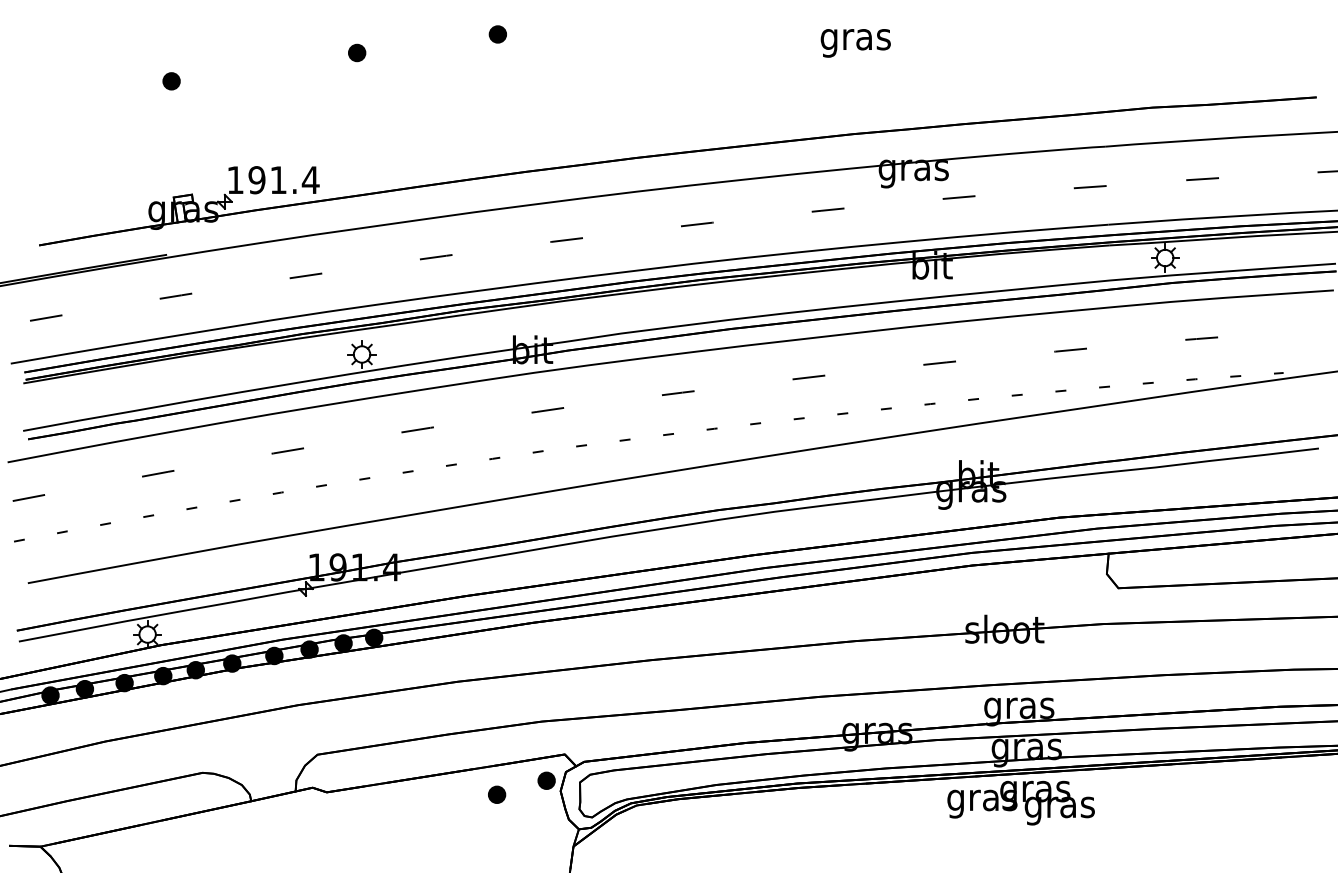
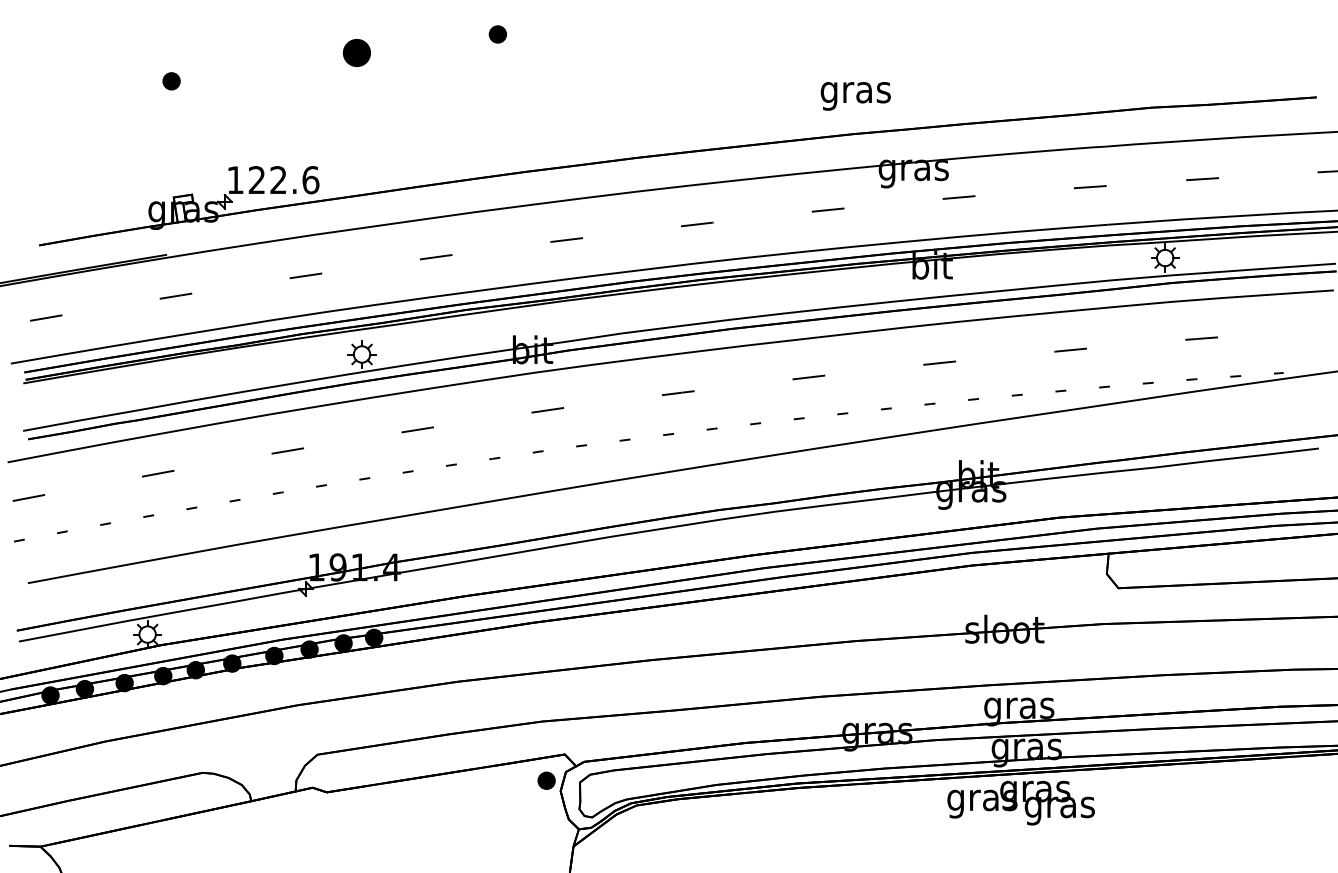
text at (855, 43) position: (855, 43) -> (855, 96)
part at (357, 52) size: 19x20 px -> 29x28 px
text at (283, 180): 191.4 -> 122.6
part at (497, 794): present -> none
